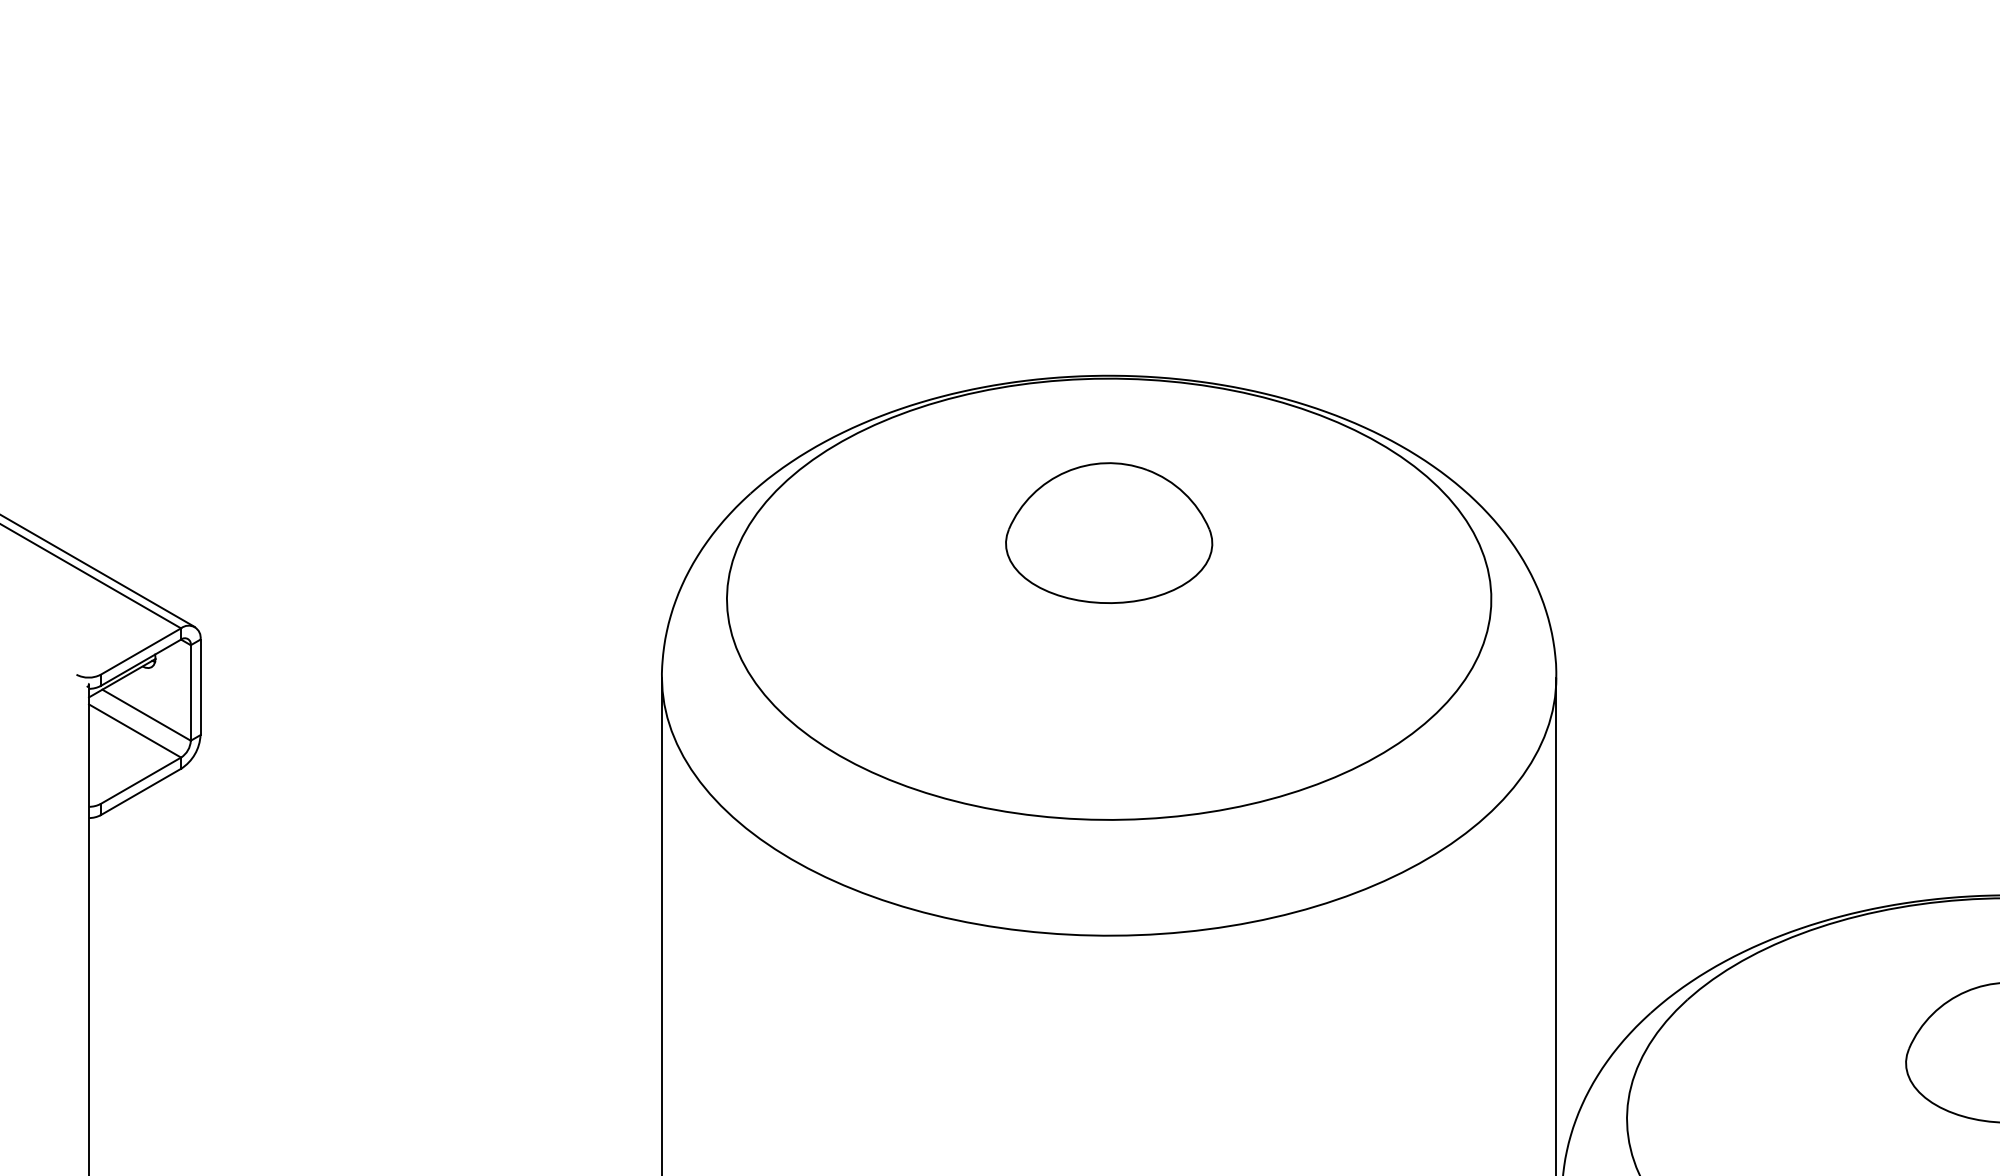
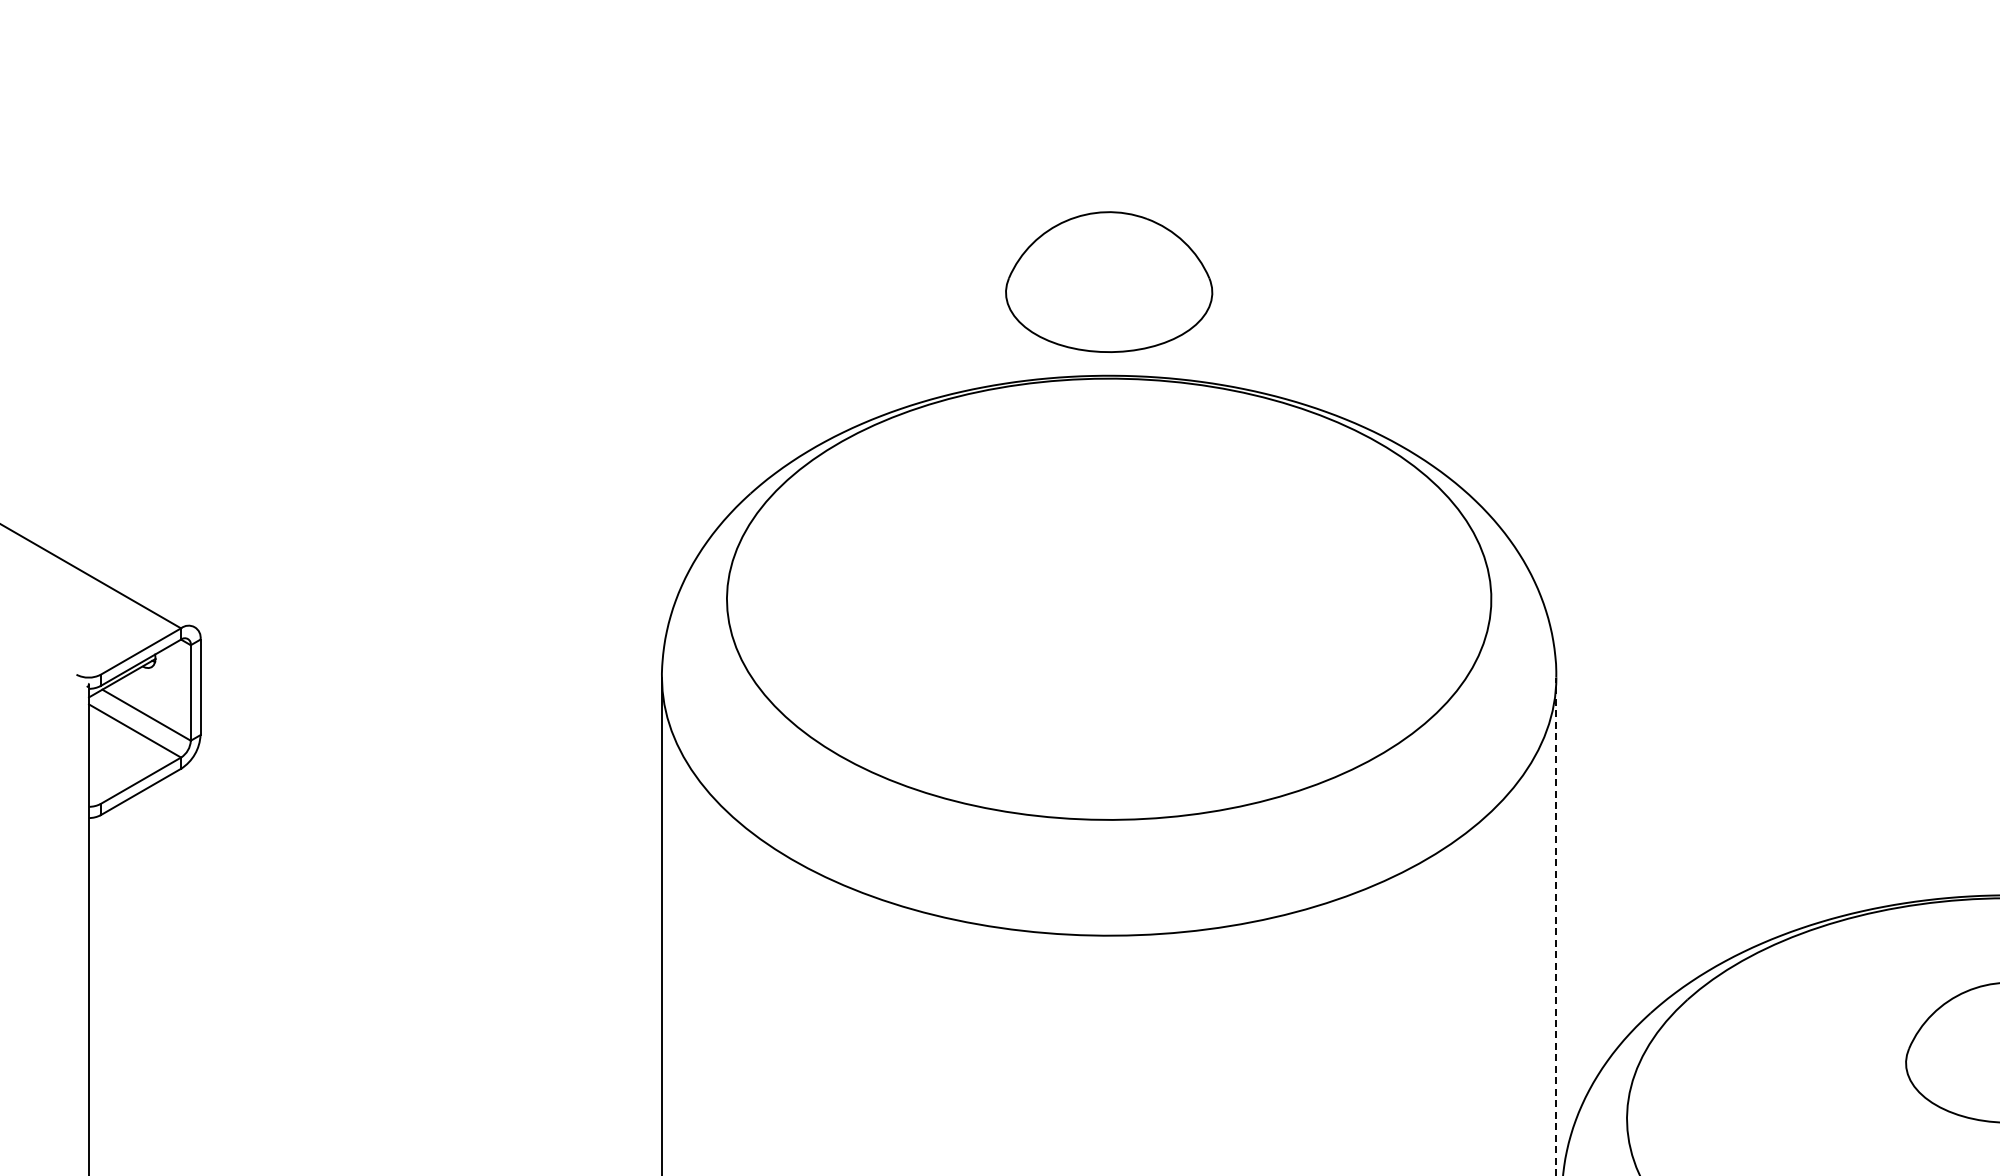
part at (1109, 532) position: (1109, 532) -> (1109, 281)
line at (98, 571): present -> none
line at (1556, 926): solid -> dashed
